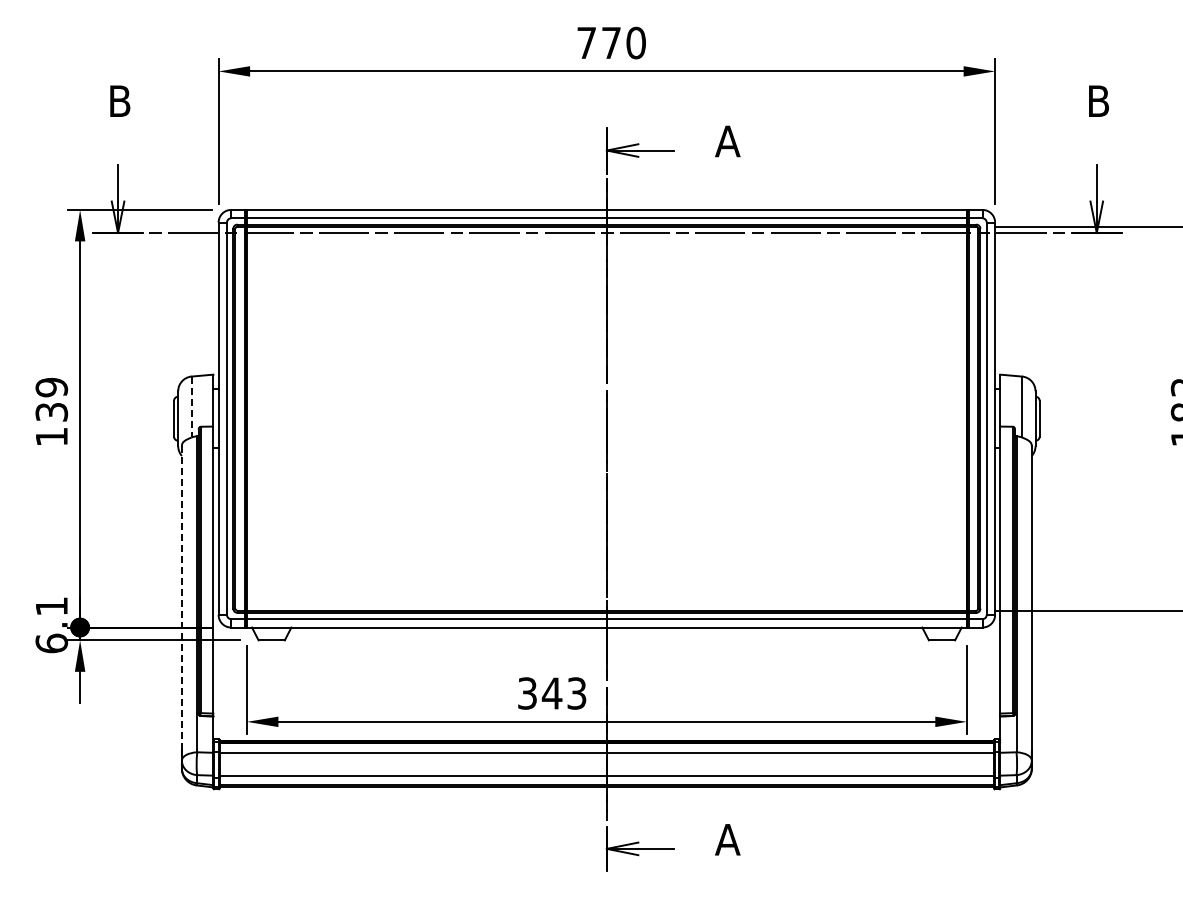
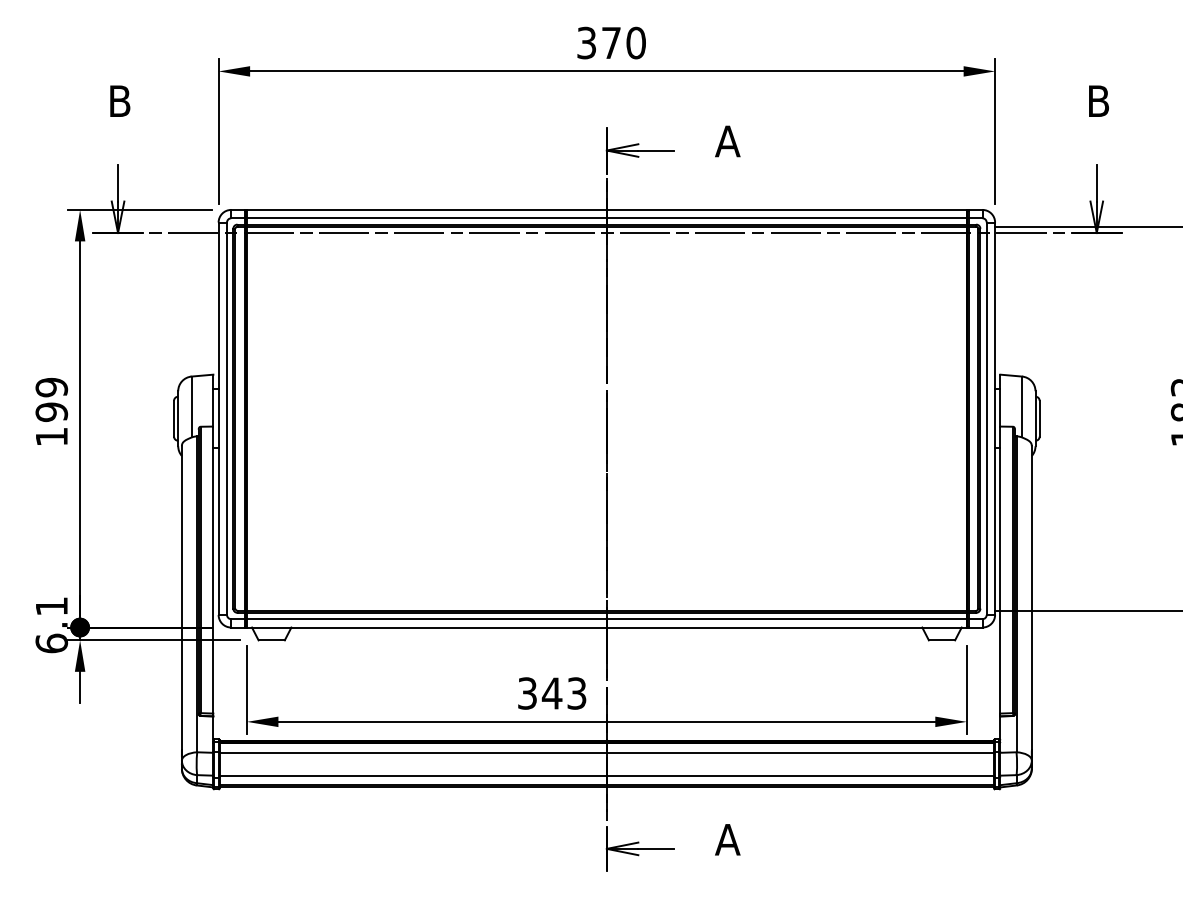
text at (586, 42): 770 -> 370
line at (191, 407): dashed -> solid
text at (51, 412): 139 -> 199
line at (181, 598): dashed -> solid
